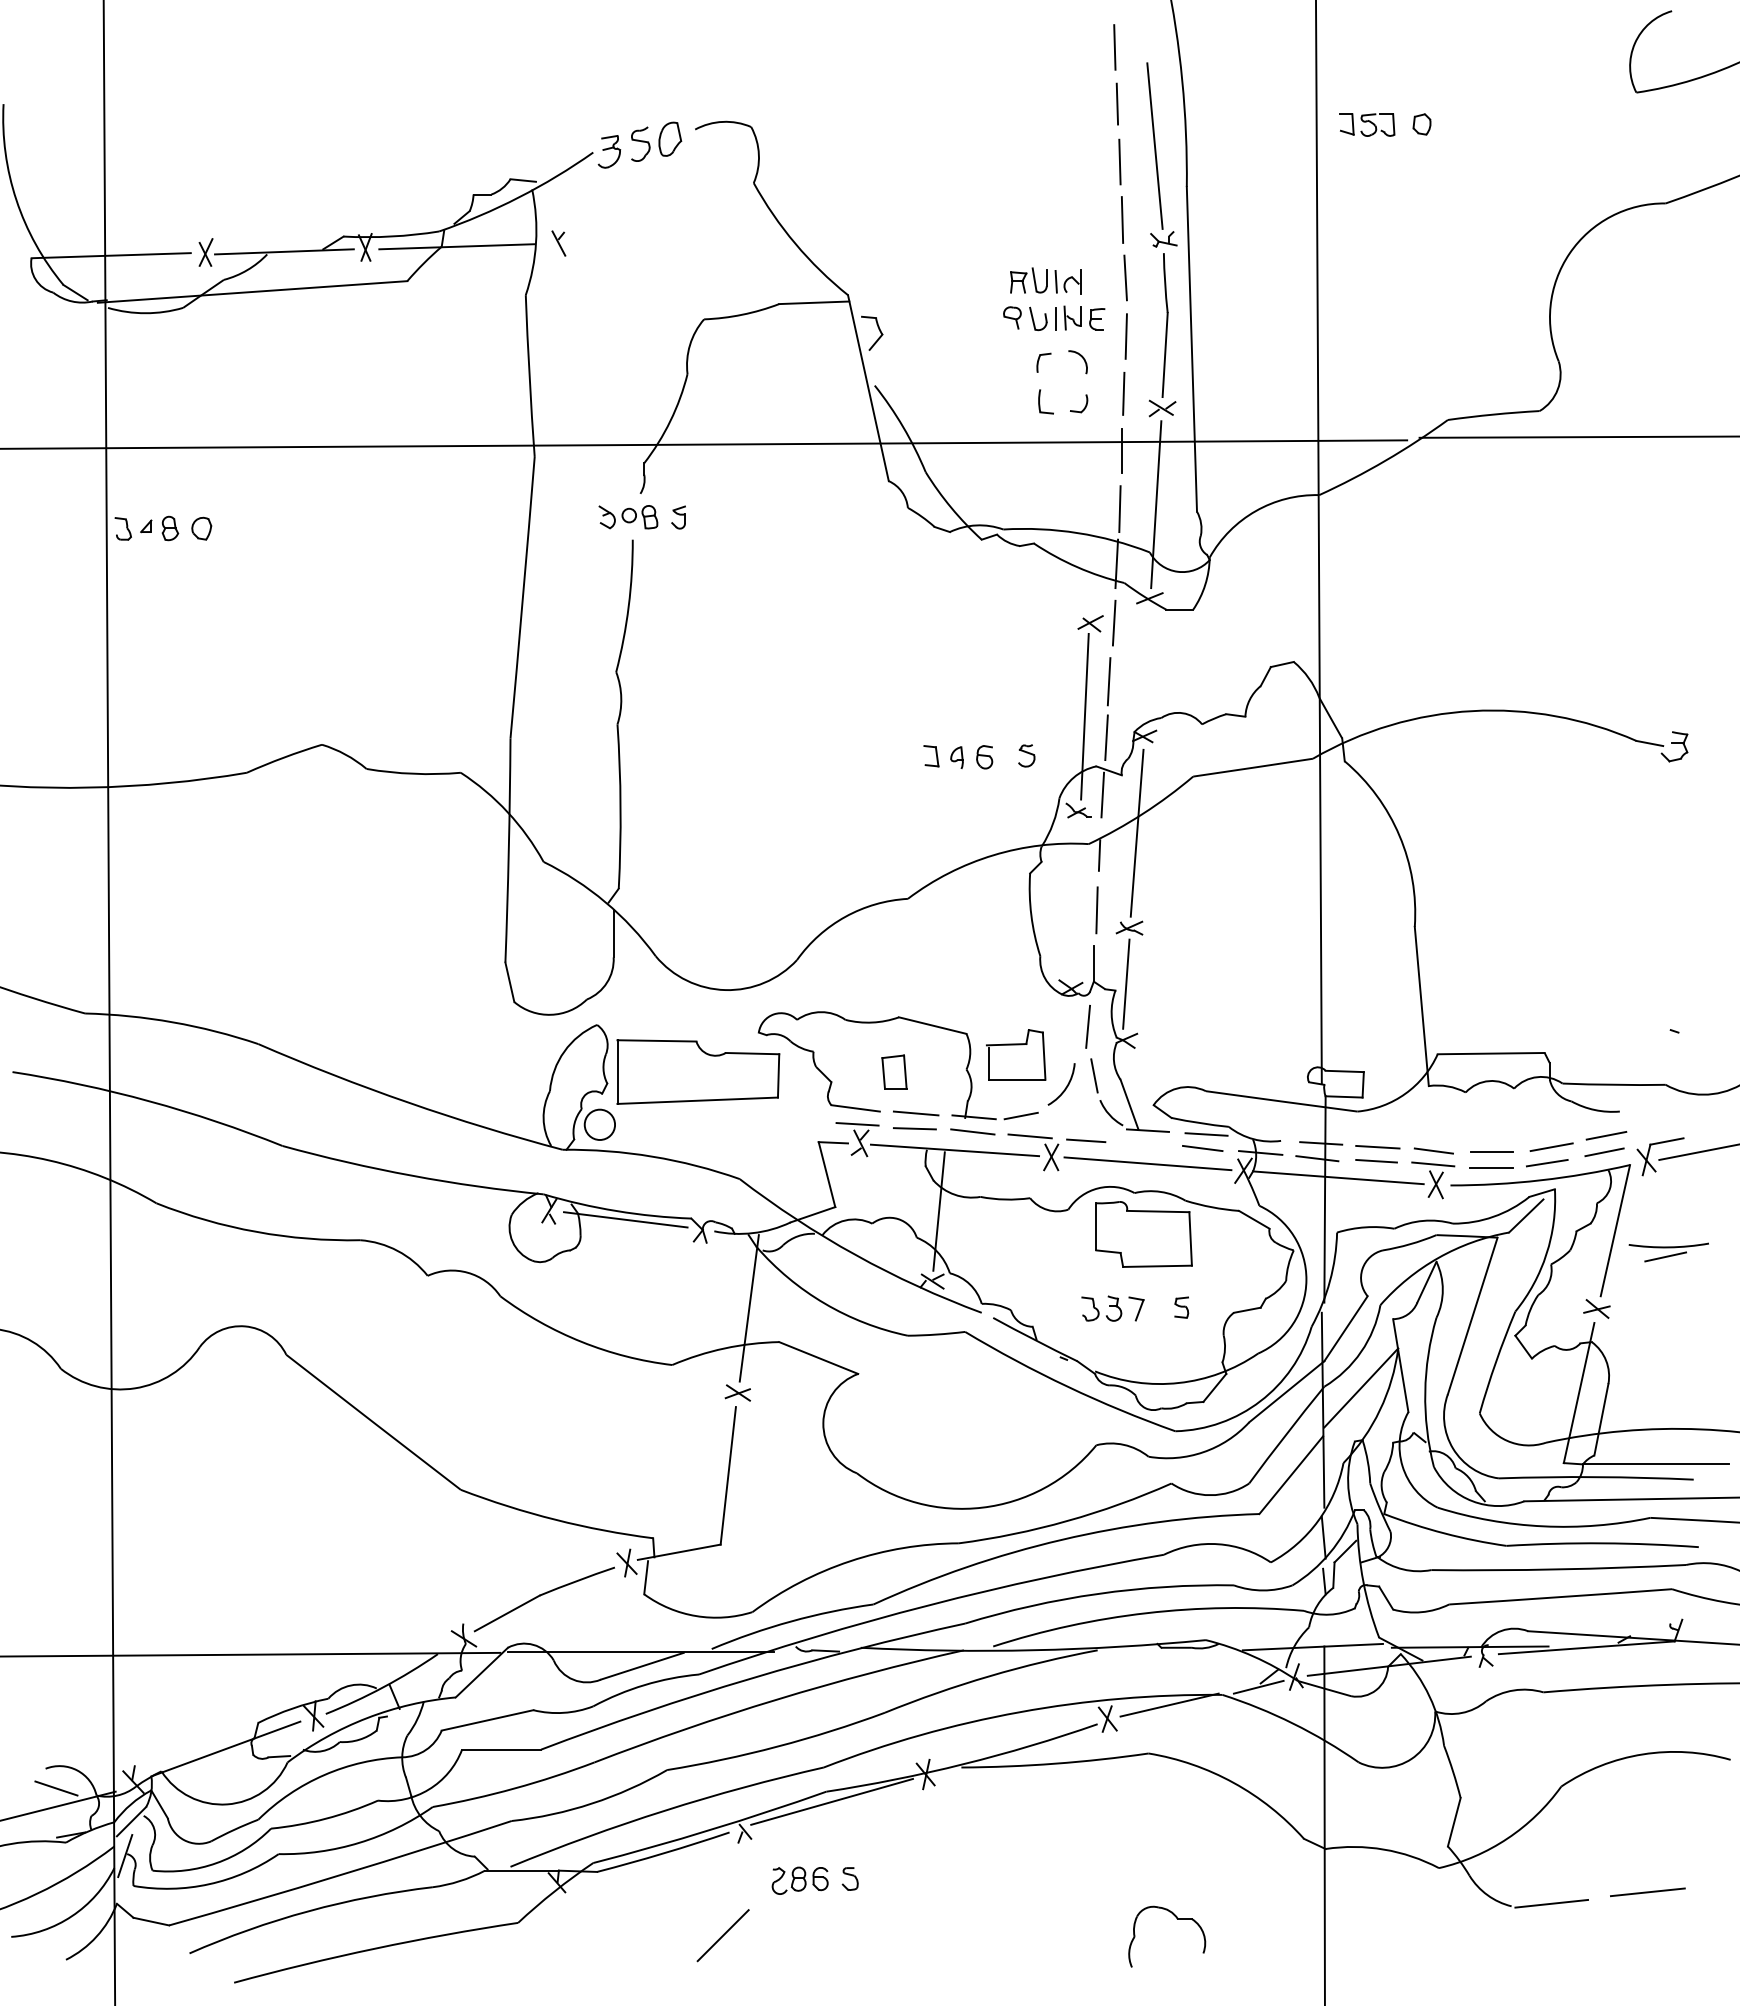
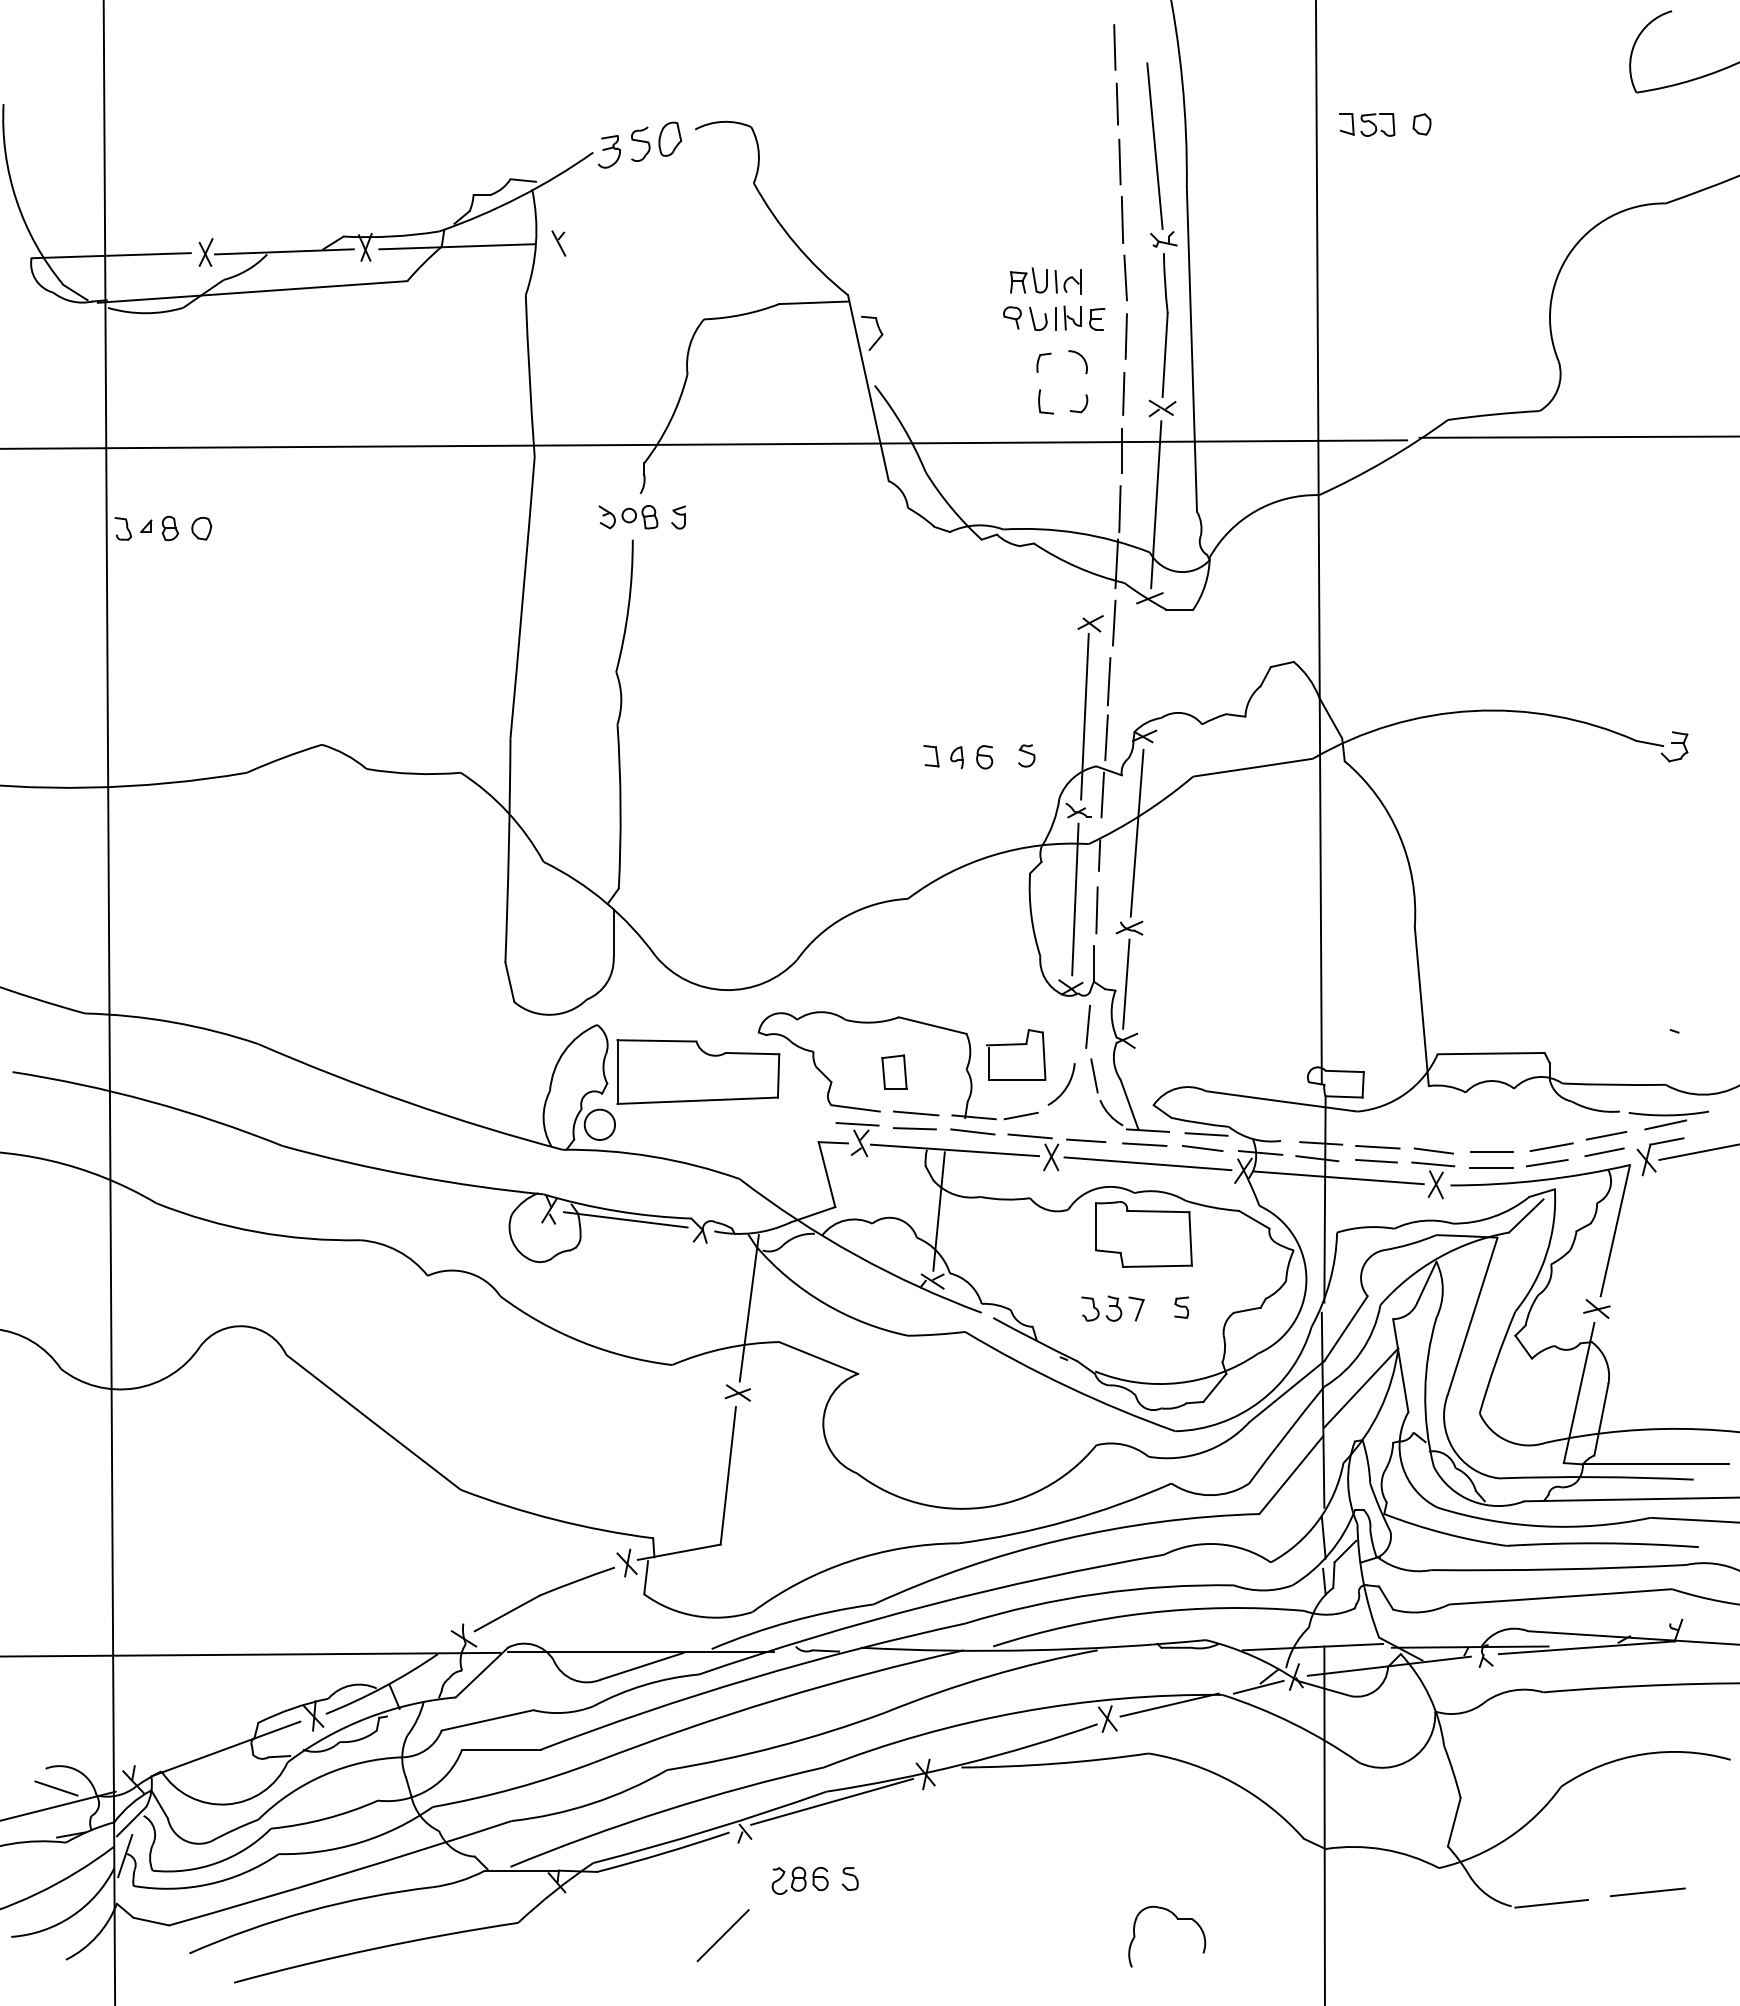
line at (1075, 899): none -> present
line at (1144, 1144): none -> present
part at (1668, 1252) position: (1668, 1252) -> (1668, 1120)
